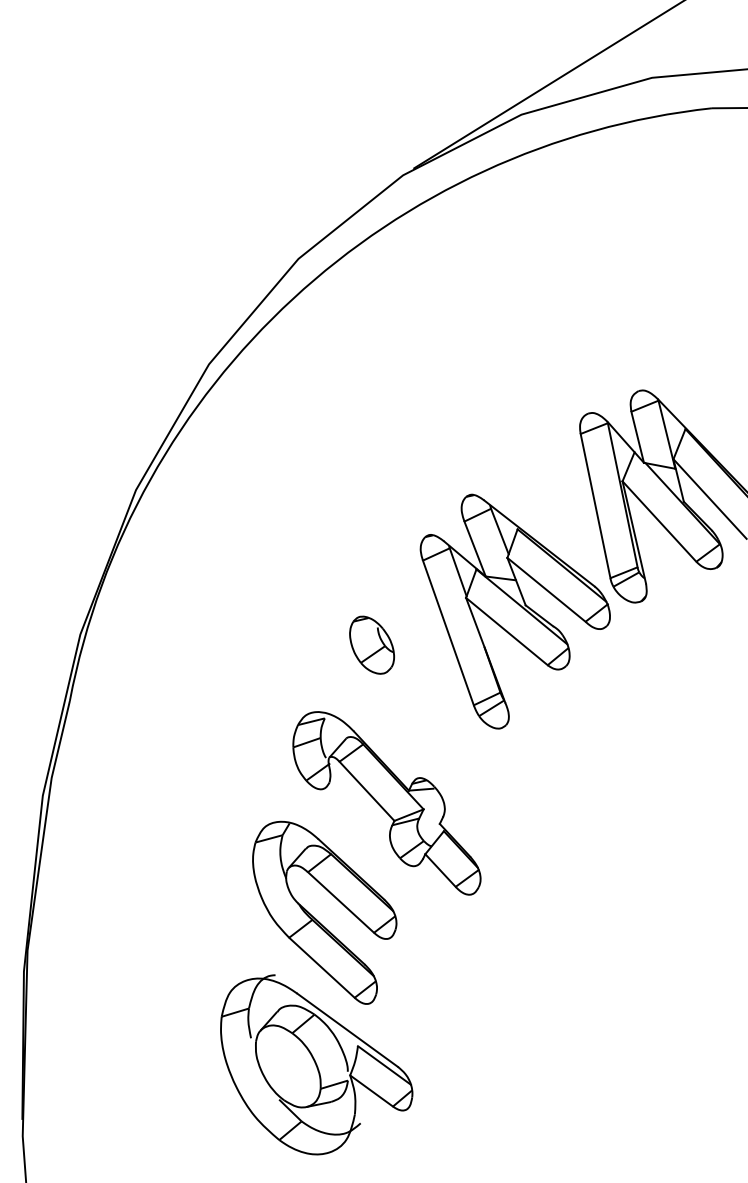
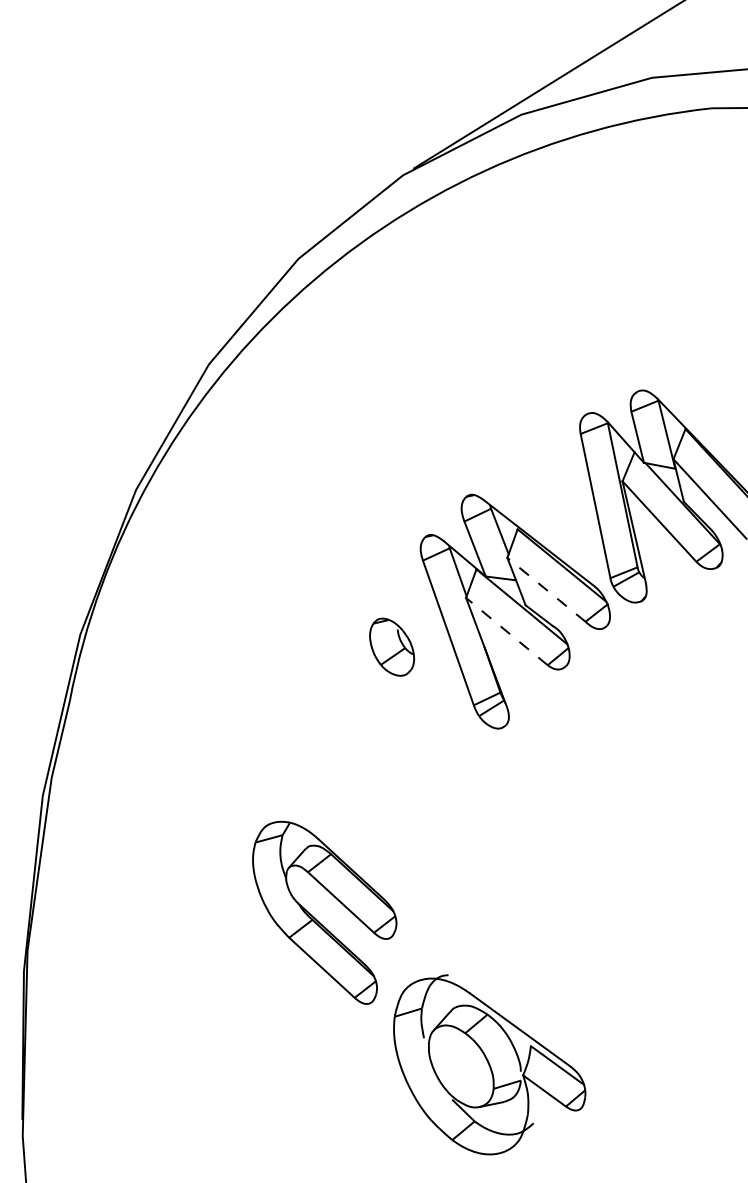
line at (546, 589): solid -> dashed
line at (506, 631): solid -> dashed
part at (371, 644) position: (371, 644) -> (391, 646)
part at (386, 803): present -> none
part at (316, 1064) position: (316, 1064) -> (489, 1064)
